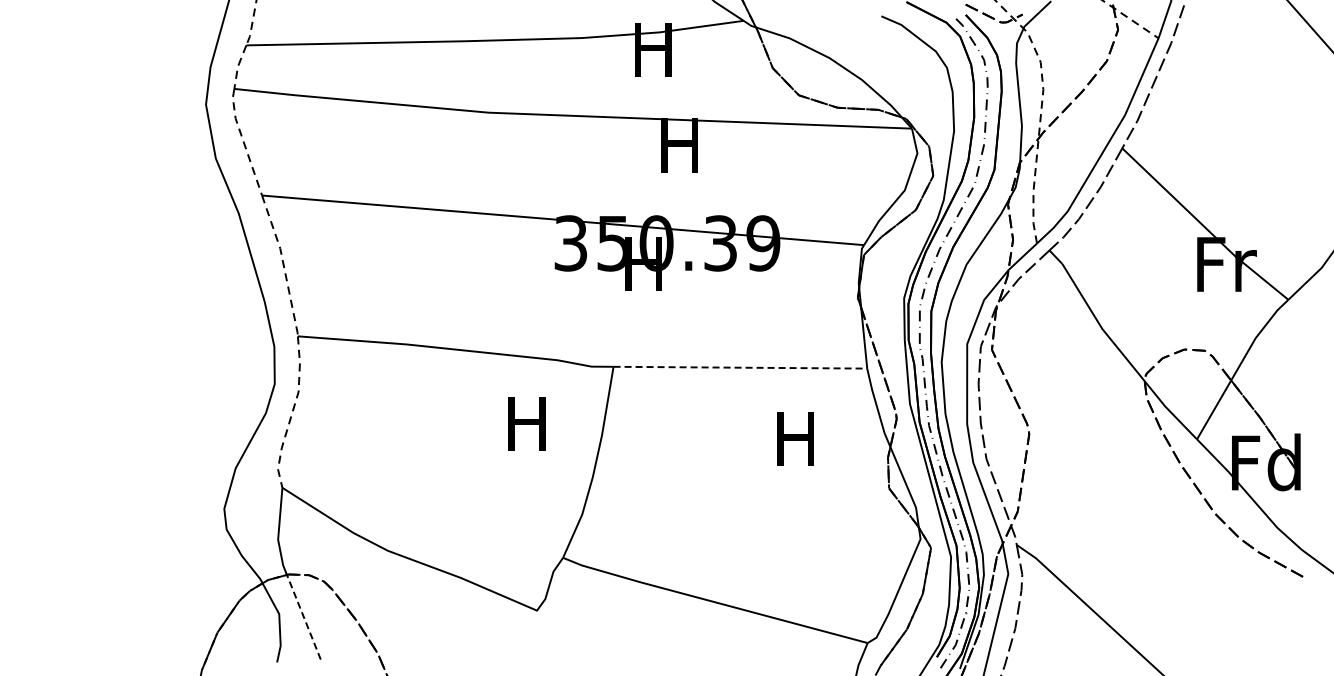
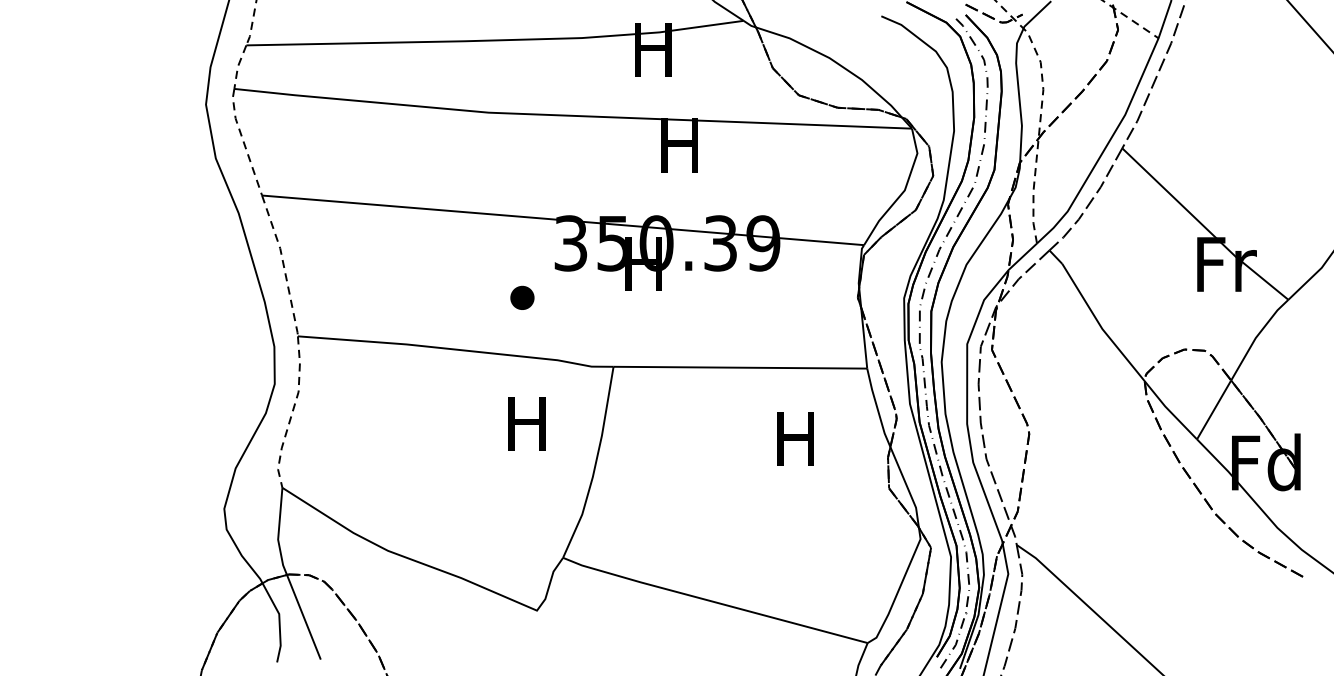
part at (522, 297): none -> present
line at (740, 367): dashed -> solid
line at (303, 617): dashed -> solid
